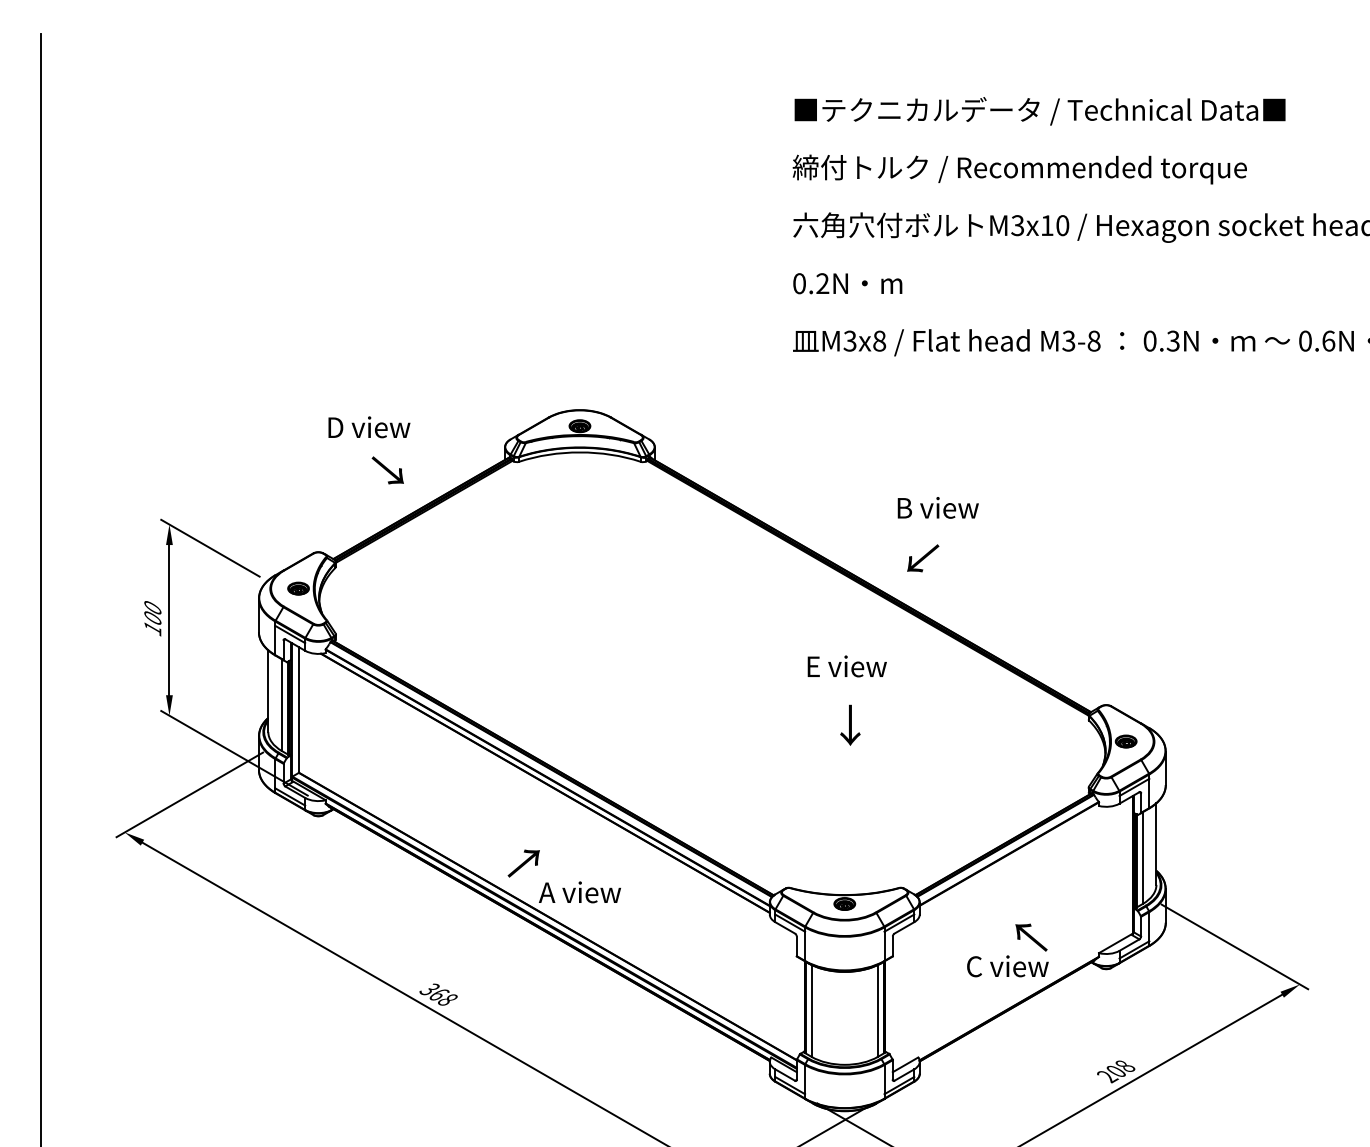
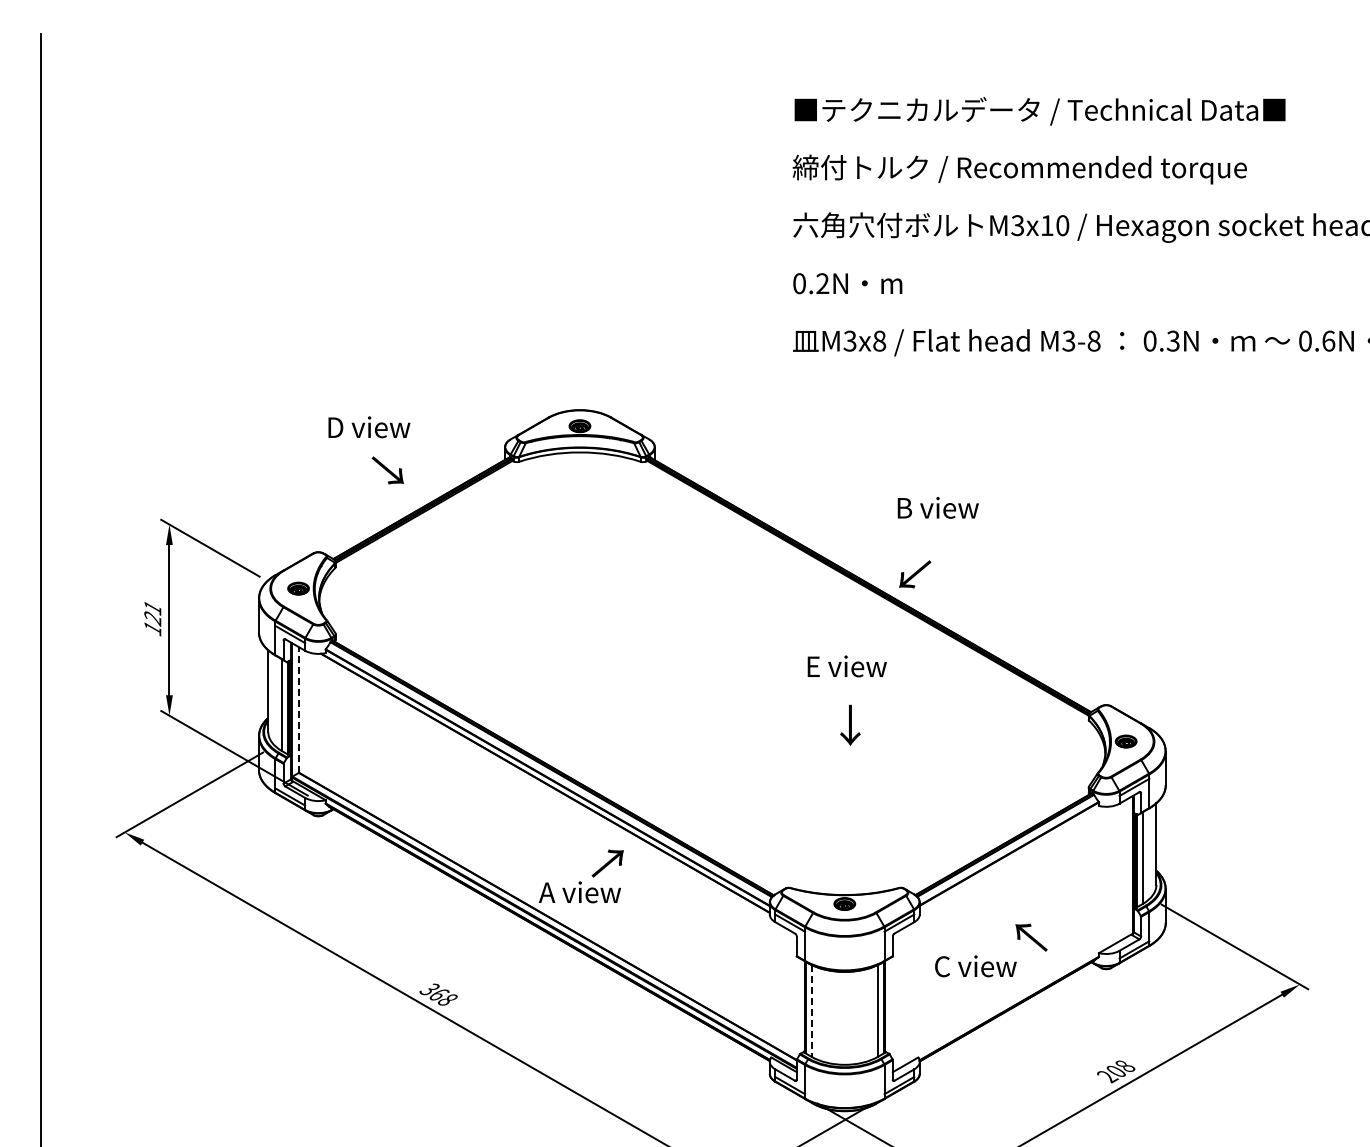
text at (923, 558) position: (923, 558) -> (915, 574)
text at (152, 613): 100 -> 121
line at (299, 710): solid -> dashed
text at (523, 863) position: (523, 863) -> (607, 863)
text at (1007, 966) position: (1007, 966) -> (975, 966)
line at (811, 1010): solid -> dashed
